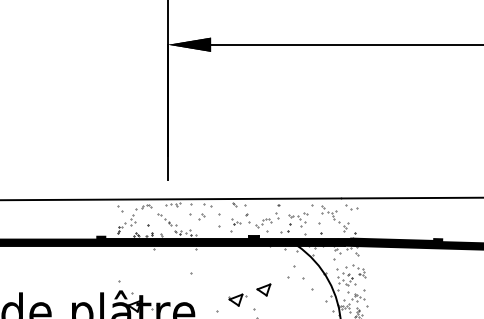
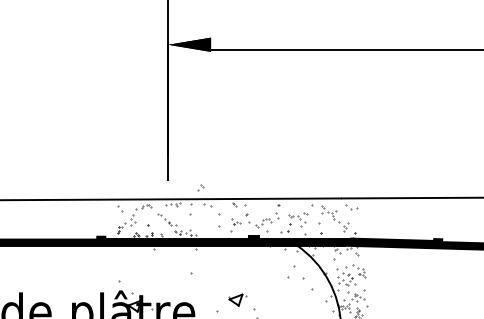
line at (345, 44) position: (345, 44) -> (345, 49)
part at (201, 216) position: (201, 216) -> (200, 187)
part at (263, 289): present -> none
